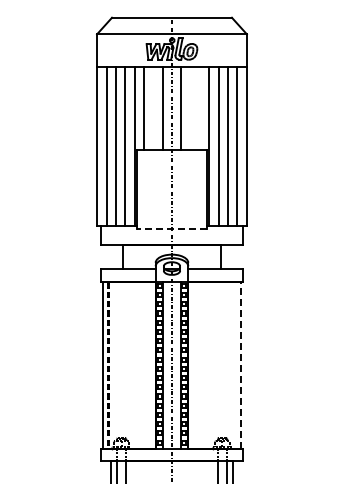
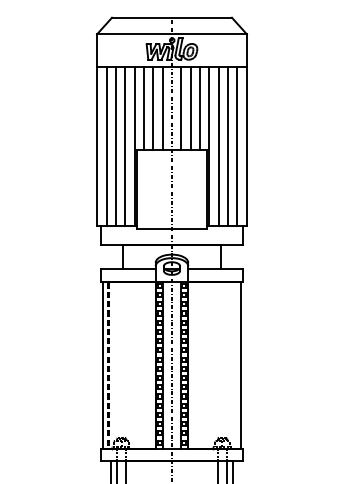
line at (153, 108): none -> present
line at (190, 108): none -> present
line at (200, 108): none -> present
line at (171, 228): dashed -> solid
line at (241, 364): dashed -> solid
